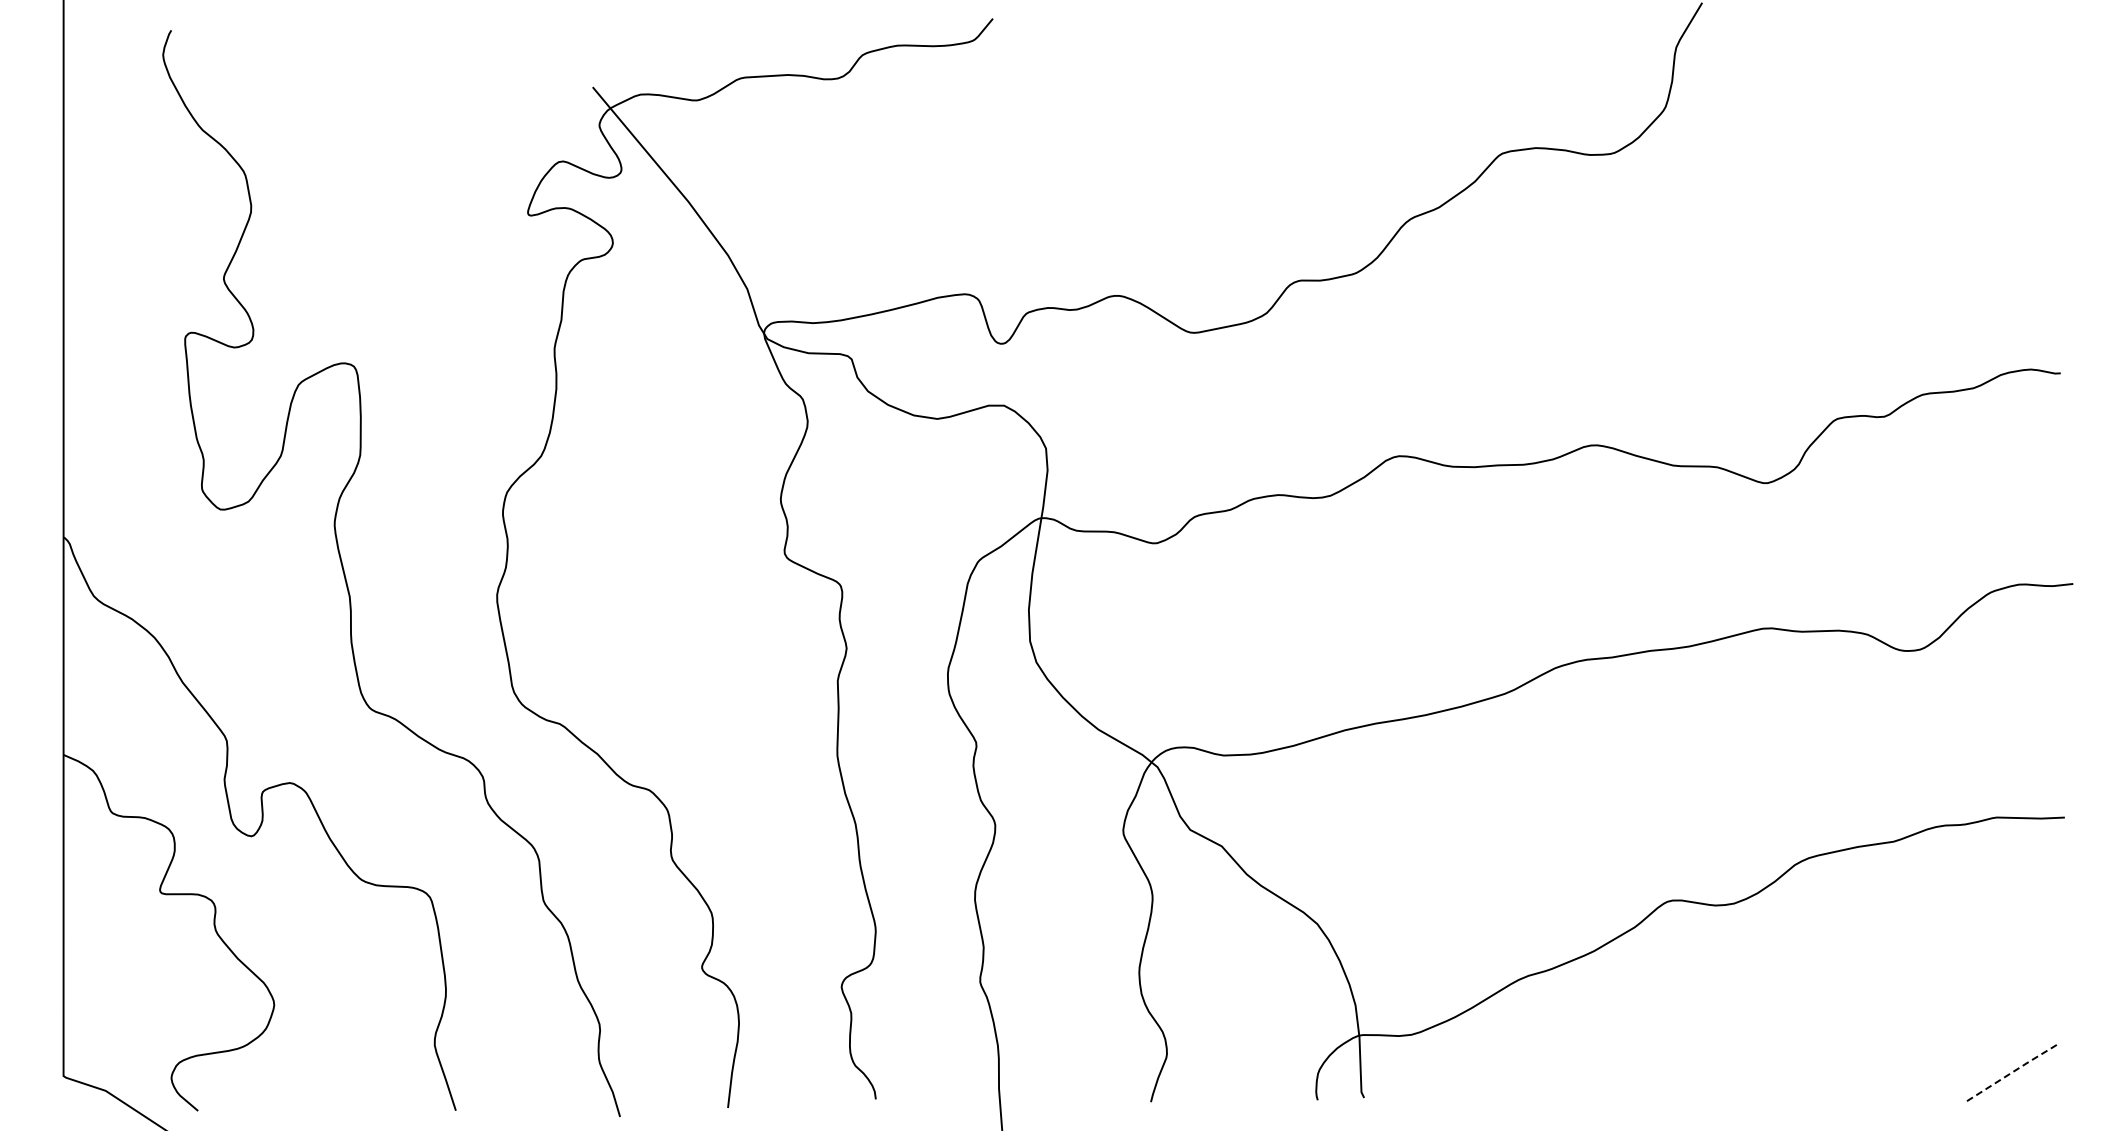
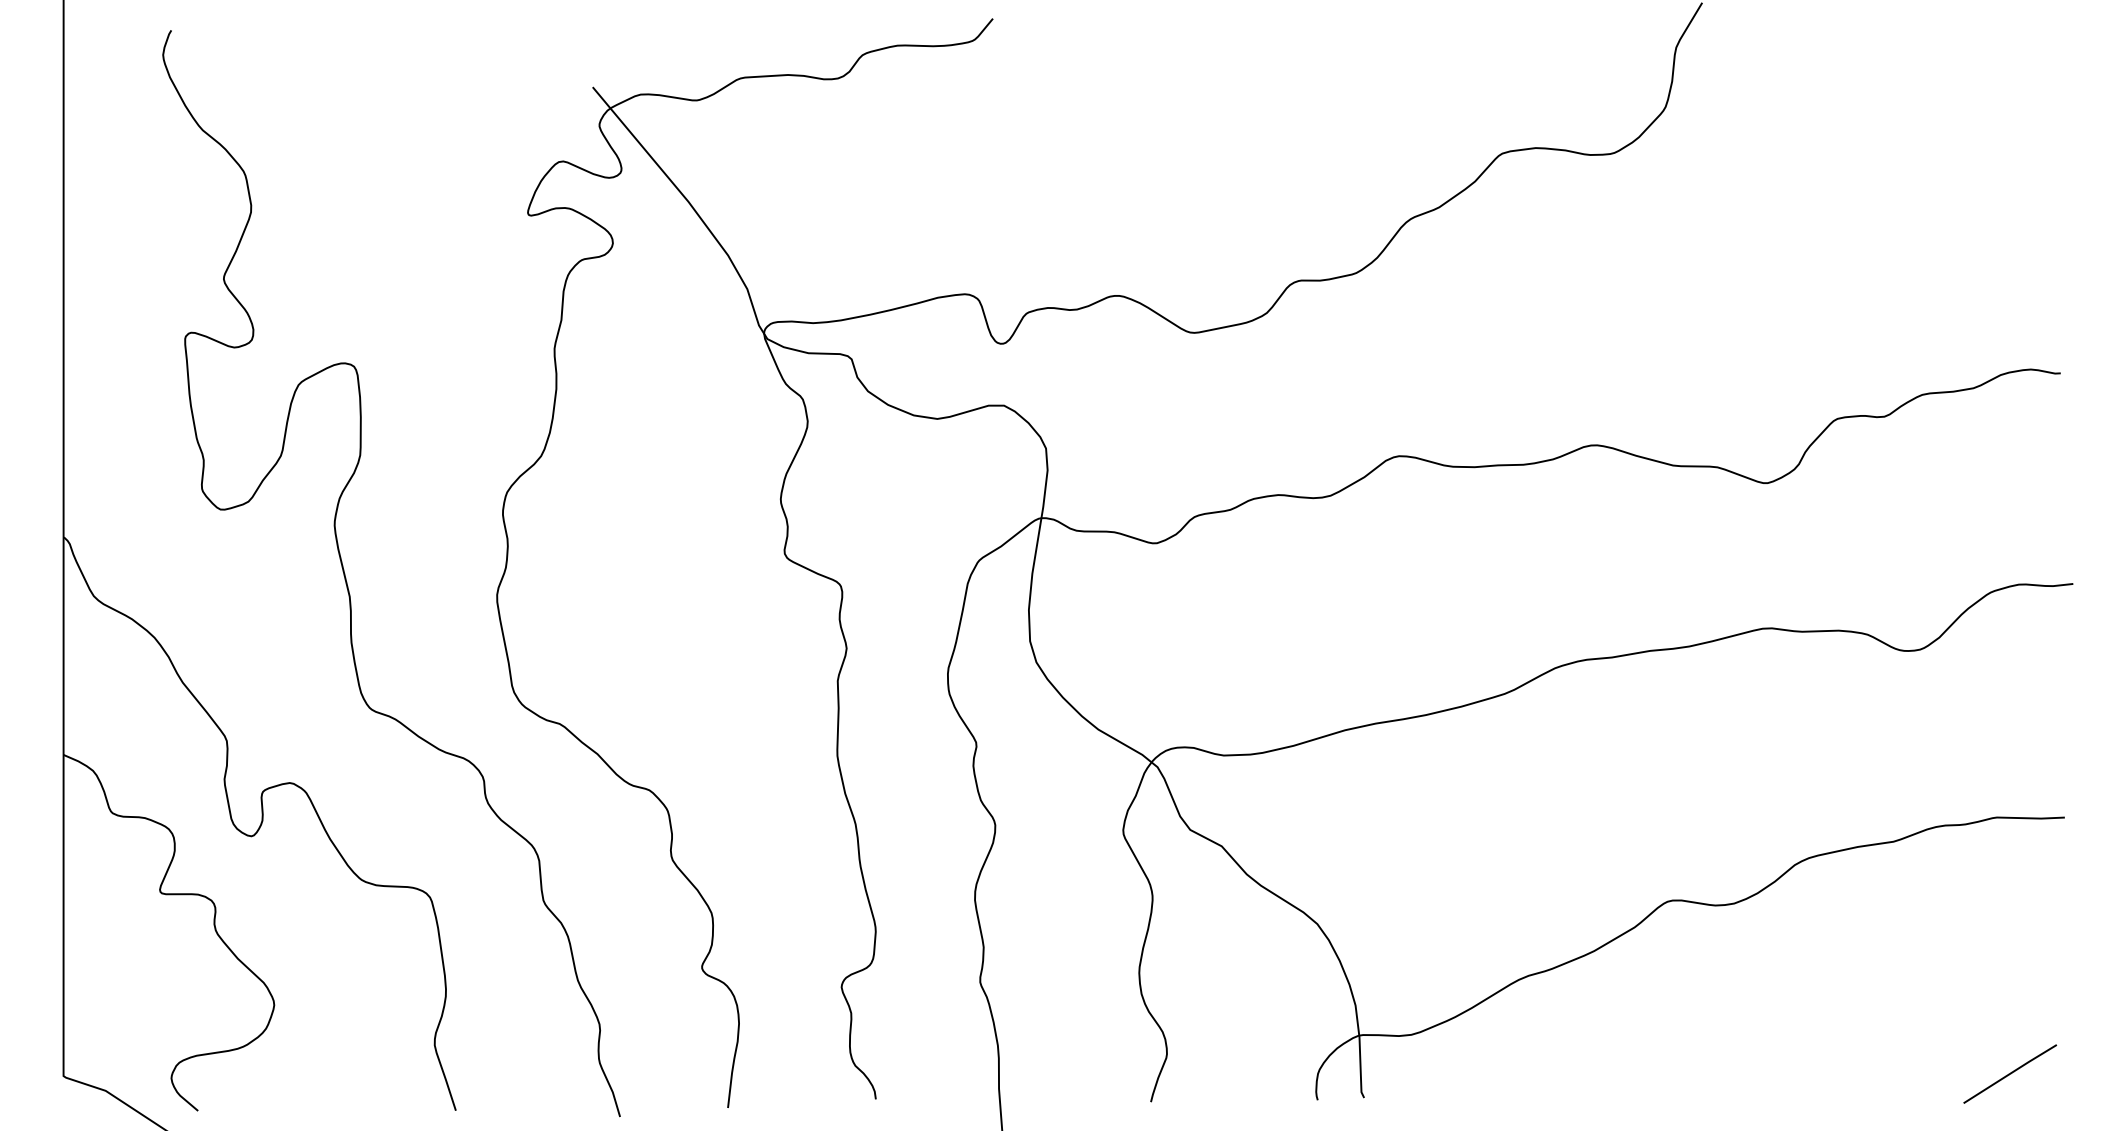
line at (2010, 1073): dashed -> solid
